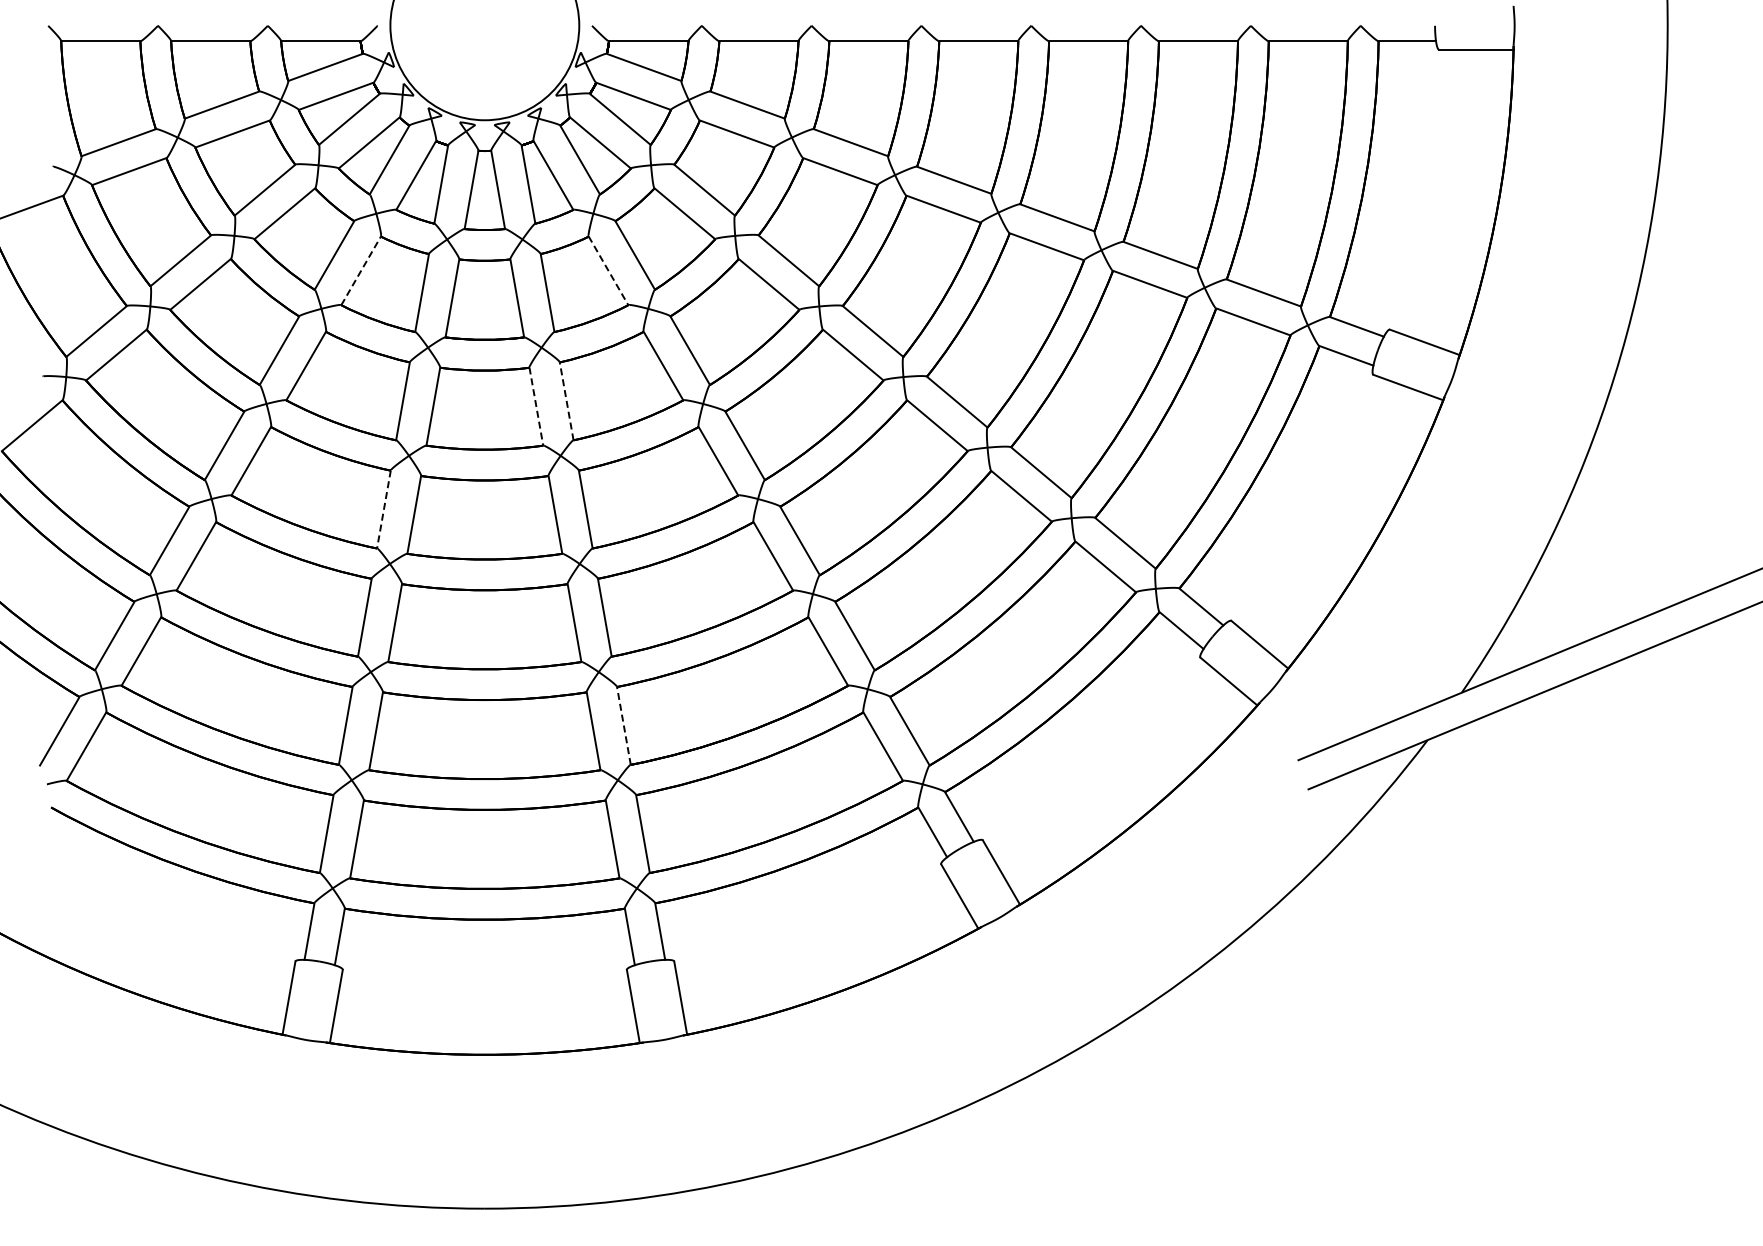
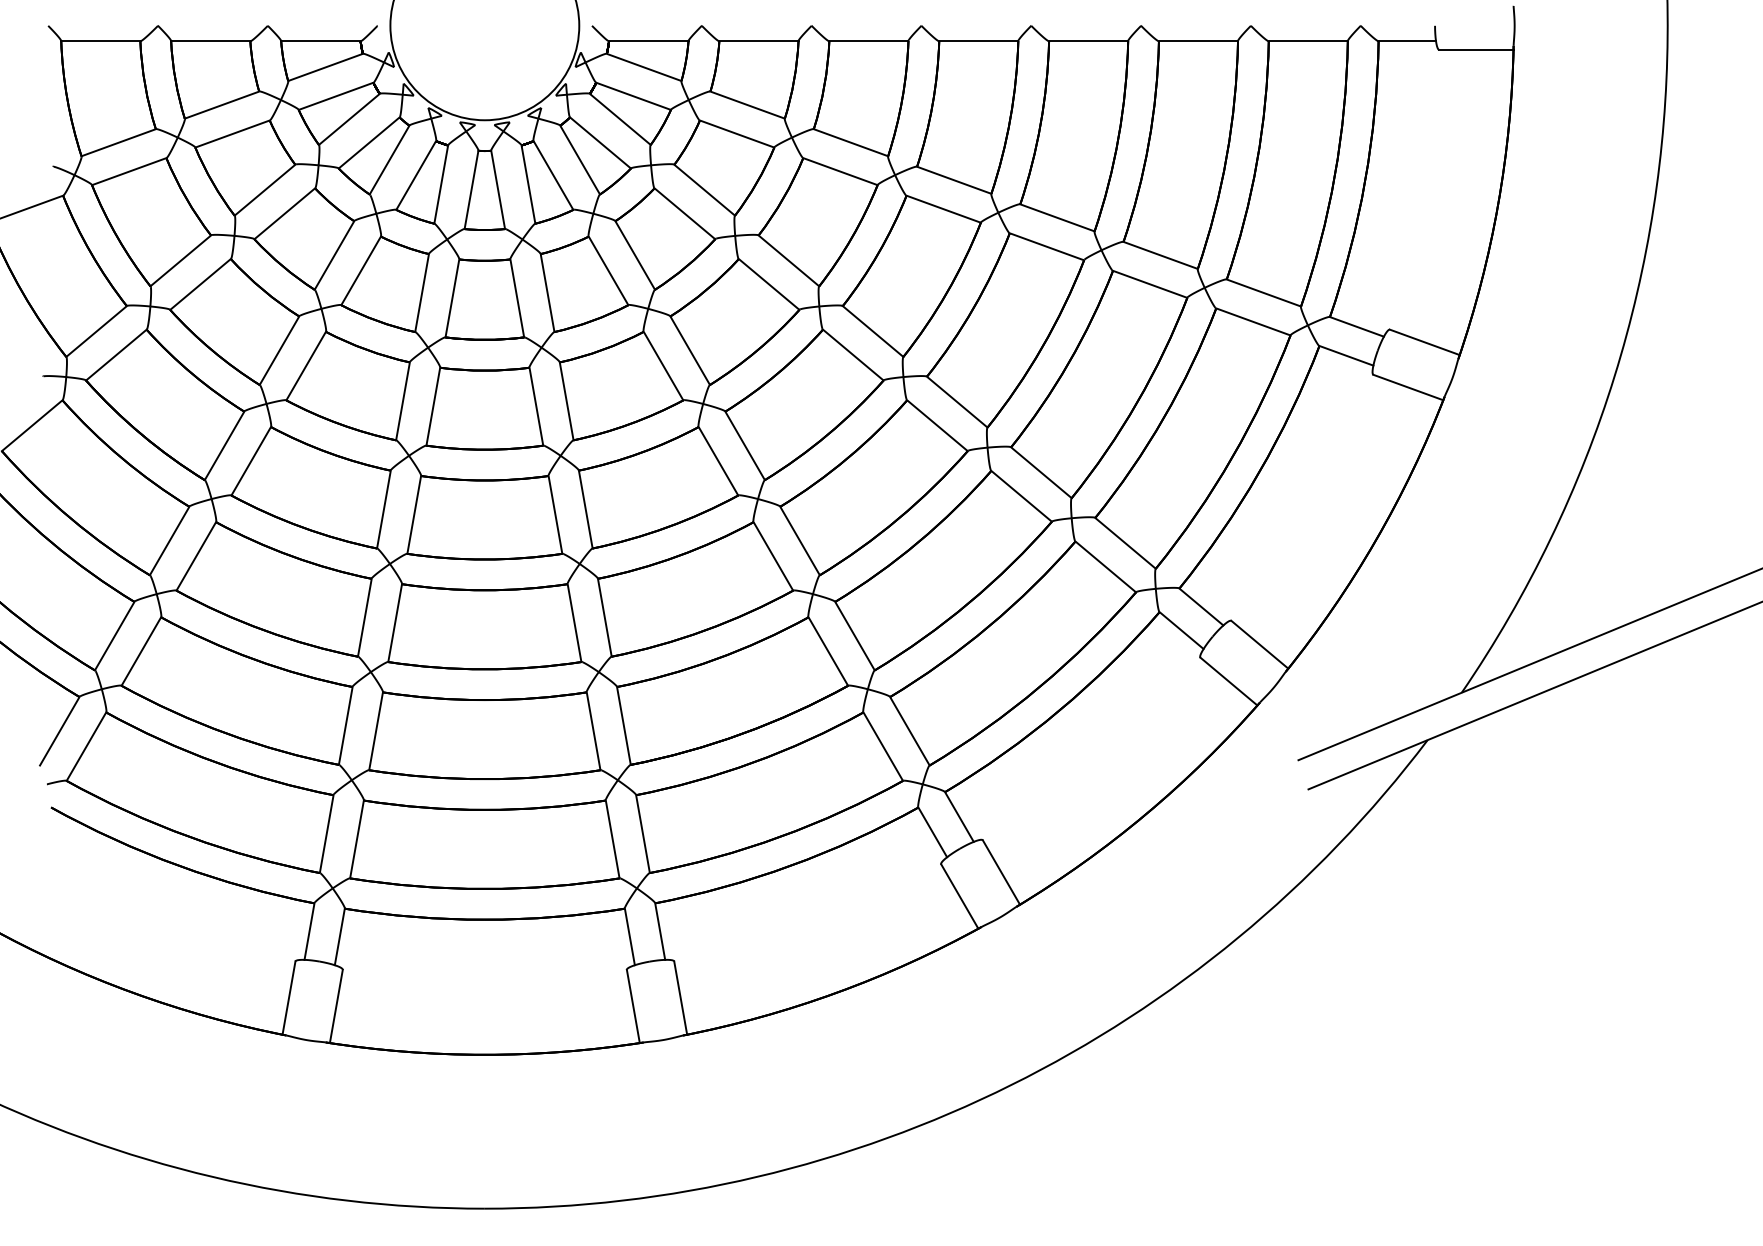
line at (361, 270): dashed -> solid
line at (608, 270): dashed -> solid
line at (566, 401): dashed -> solid
line at (536, 406): dashed -> solid
line at (383, 509): dashed -> solid
line at (623, 725): dashed -> solid
